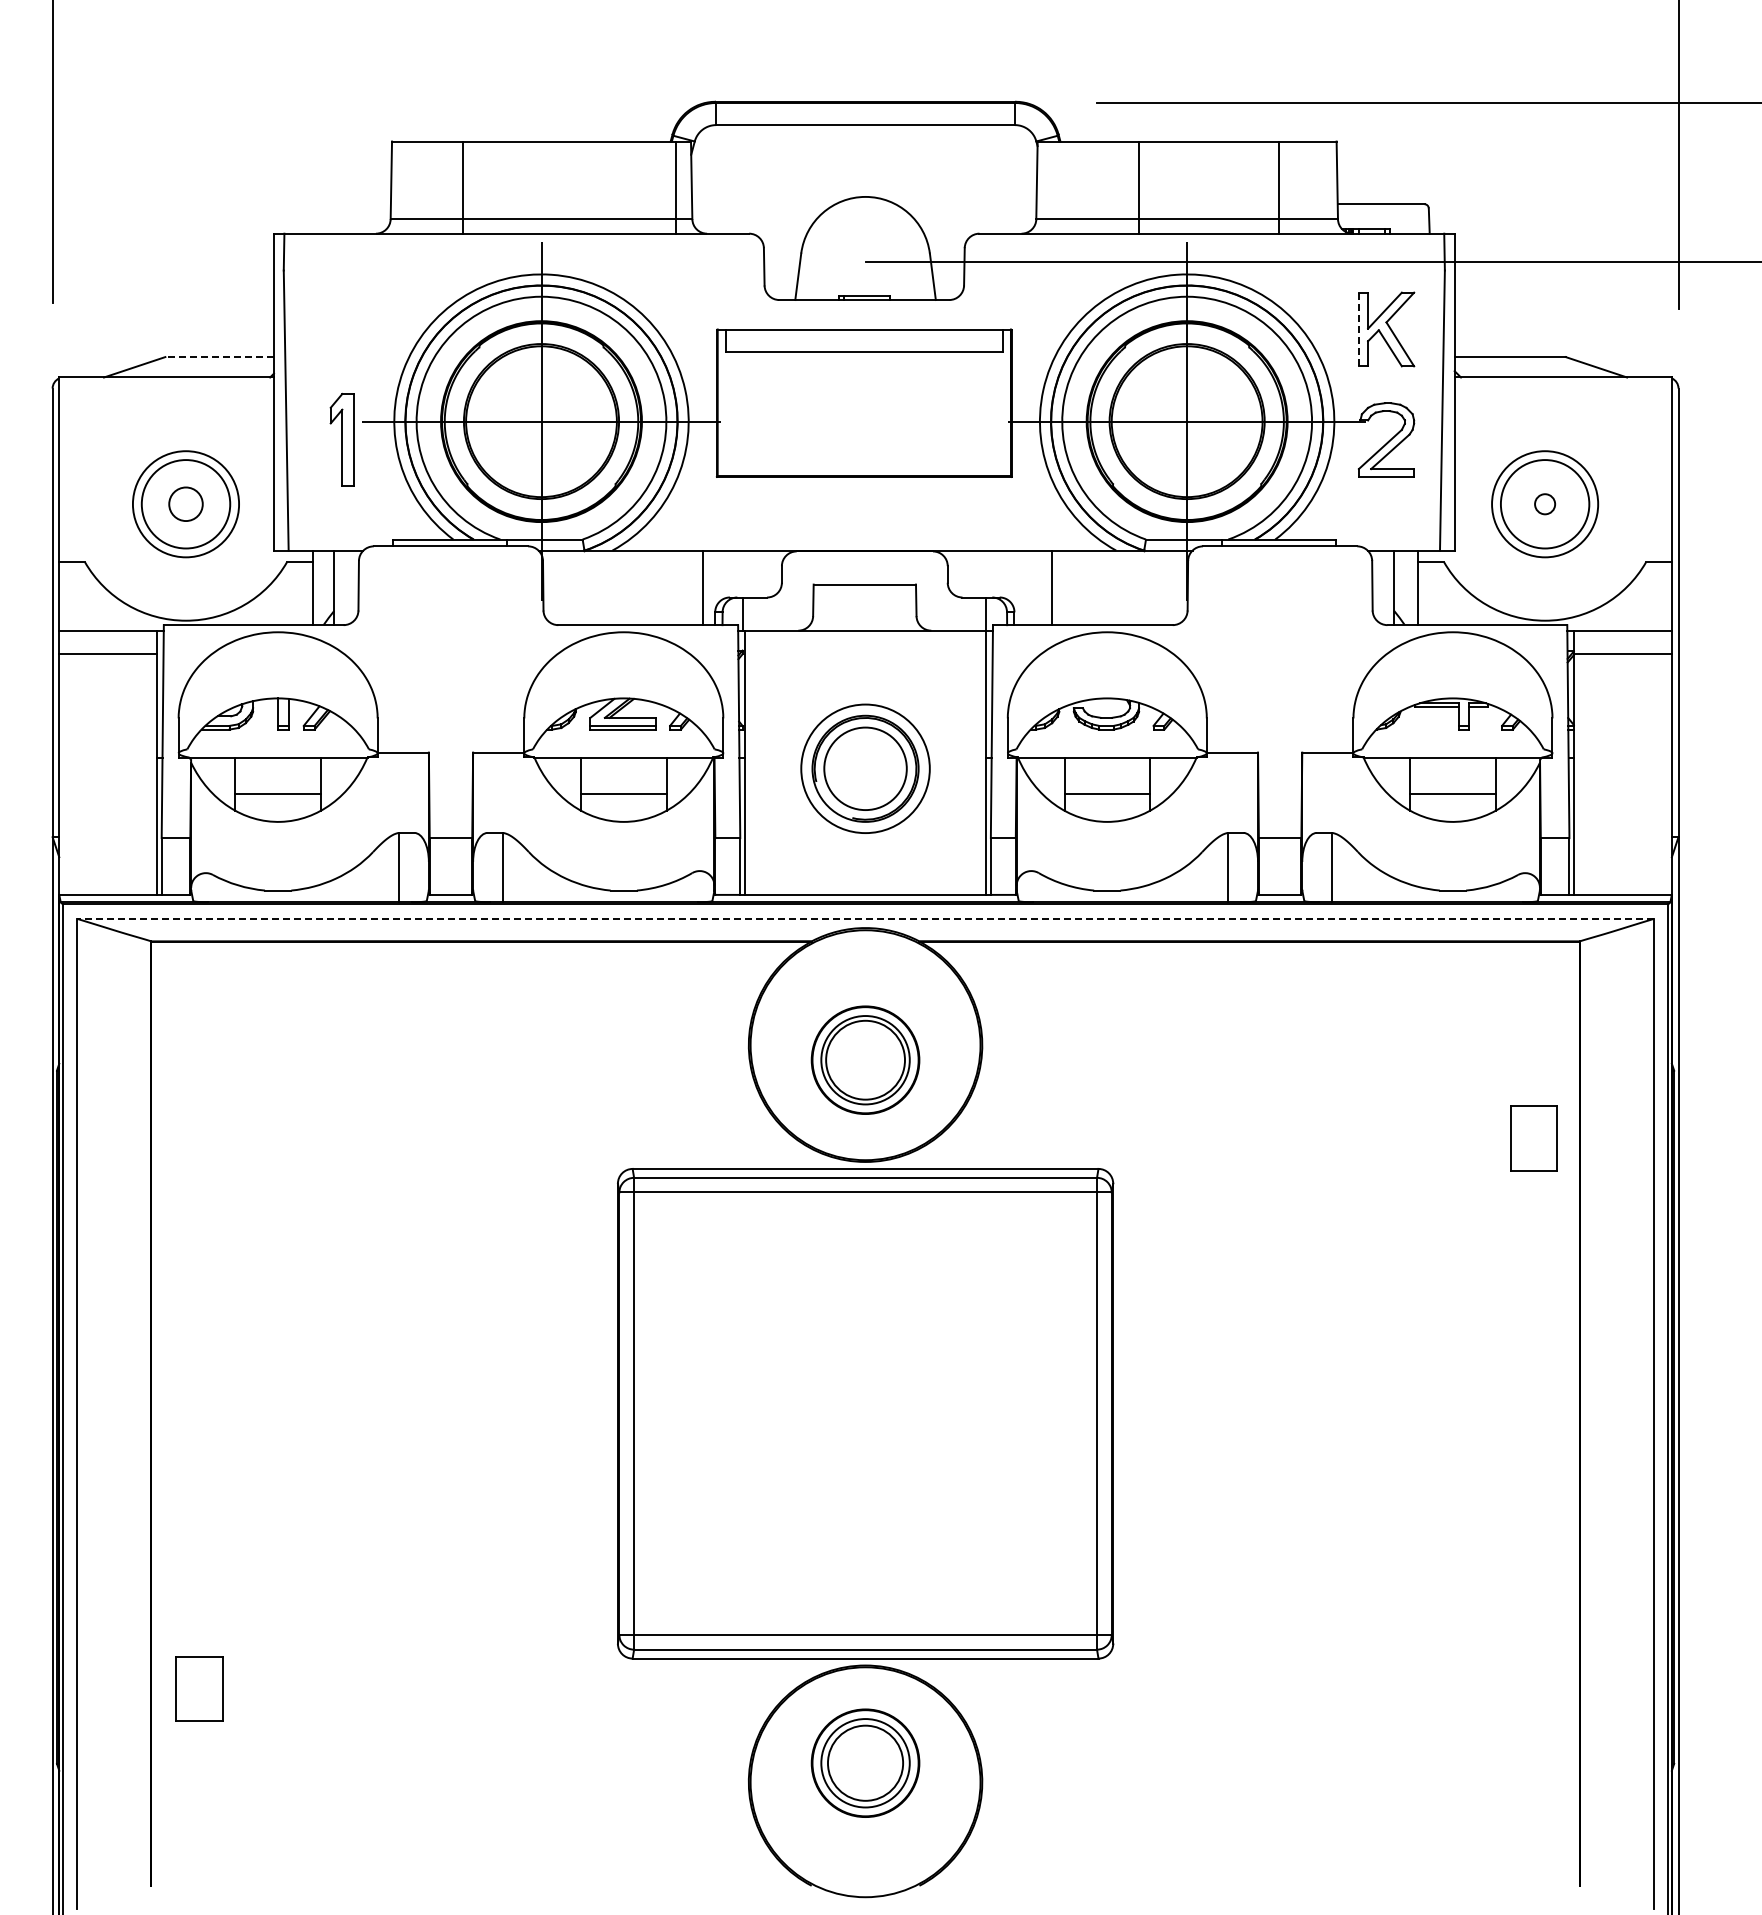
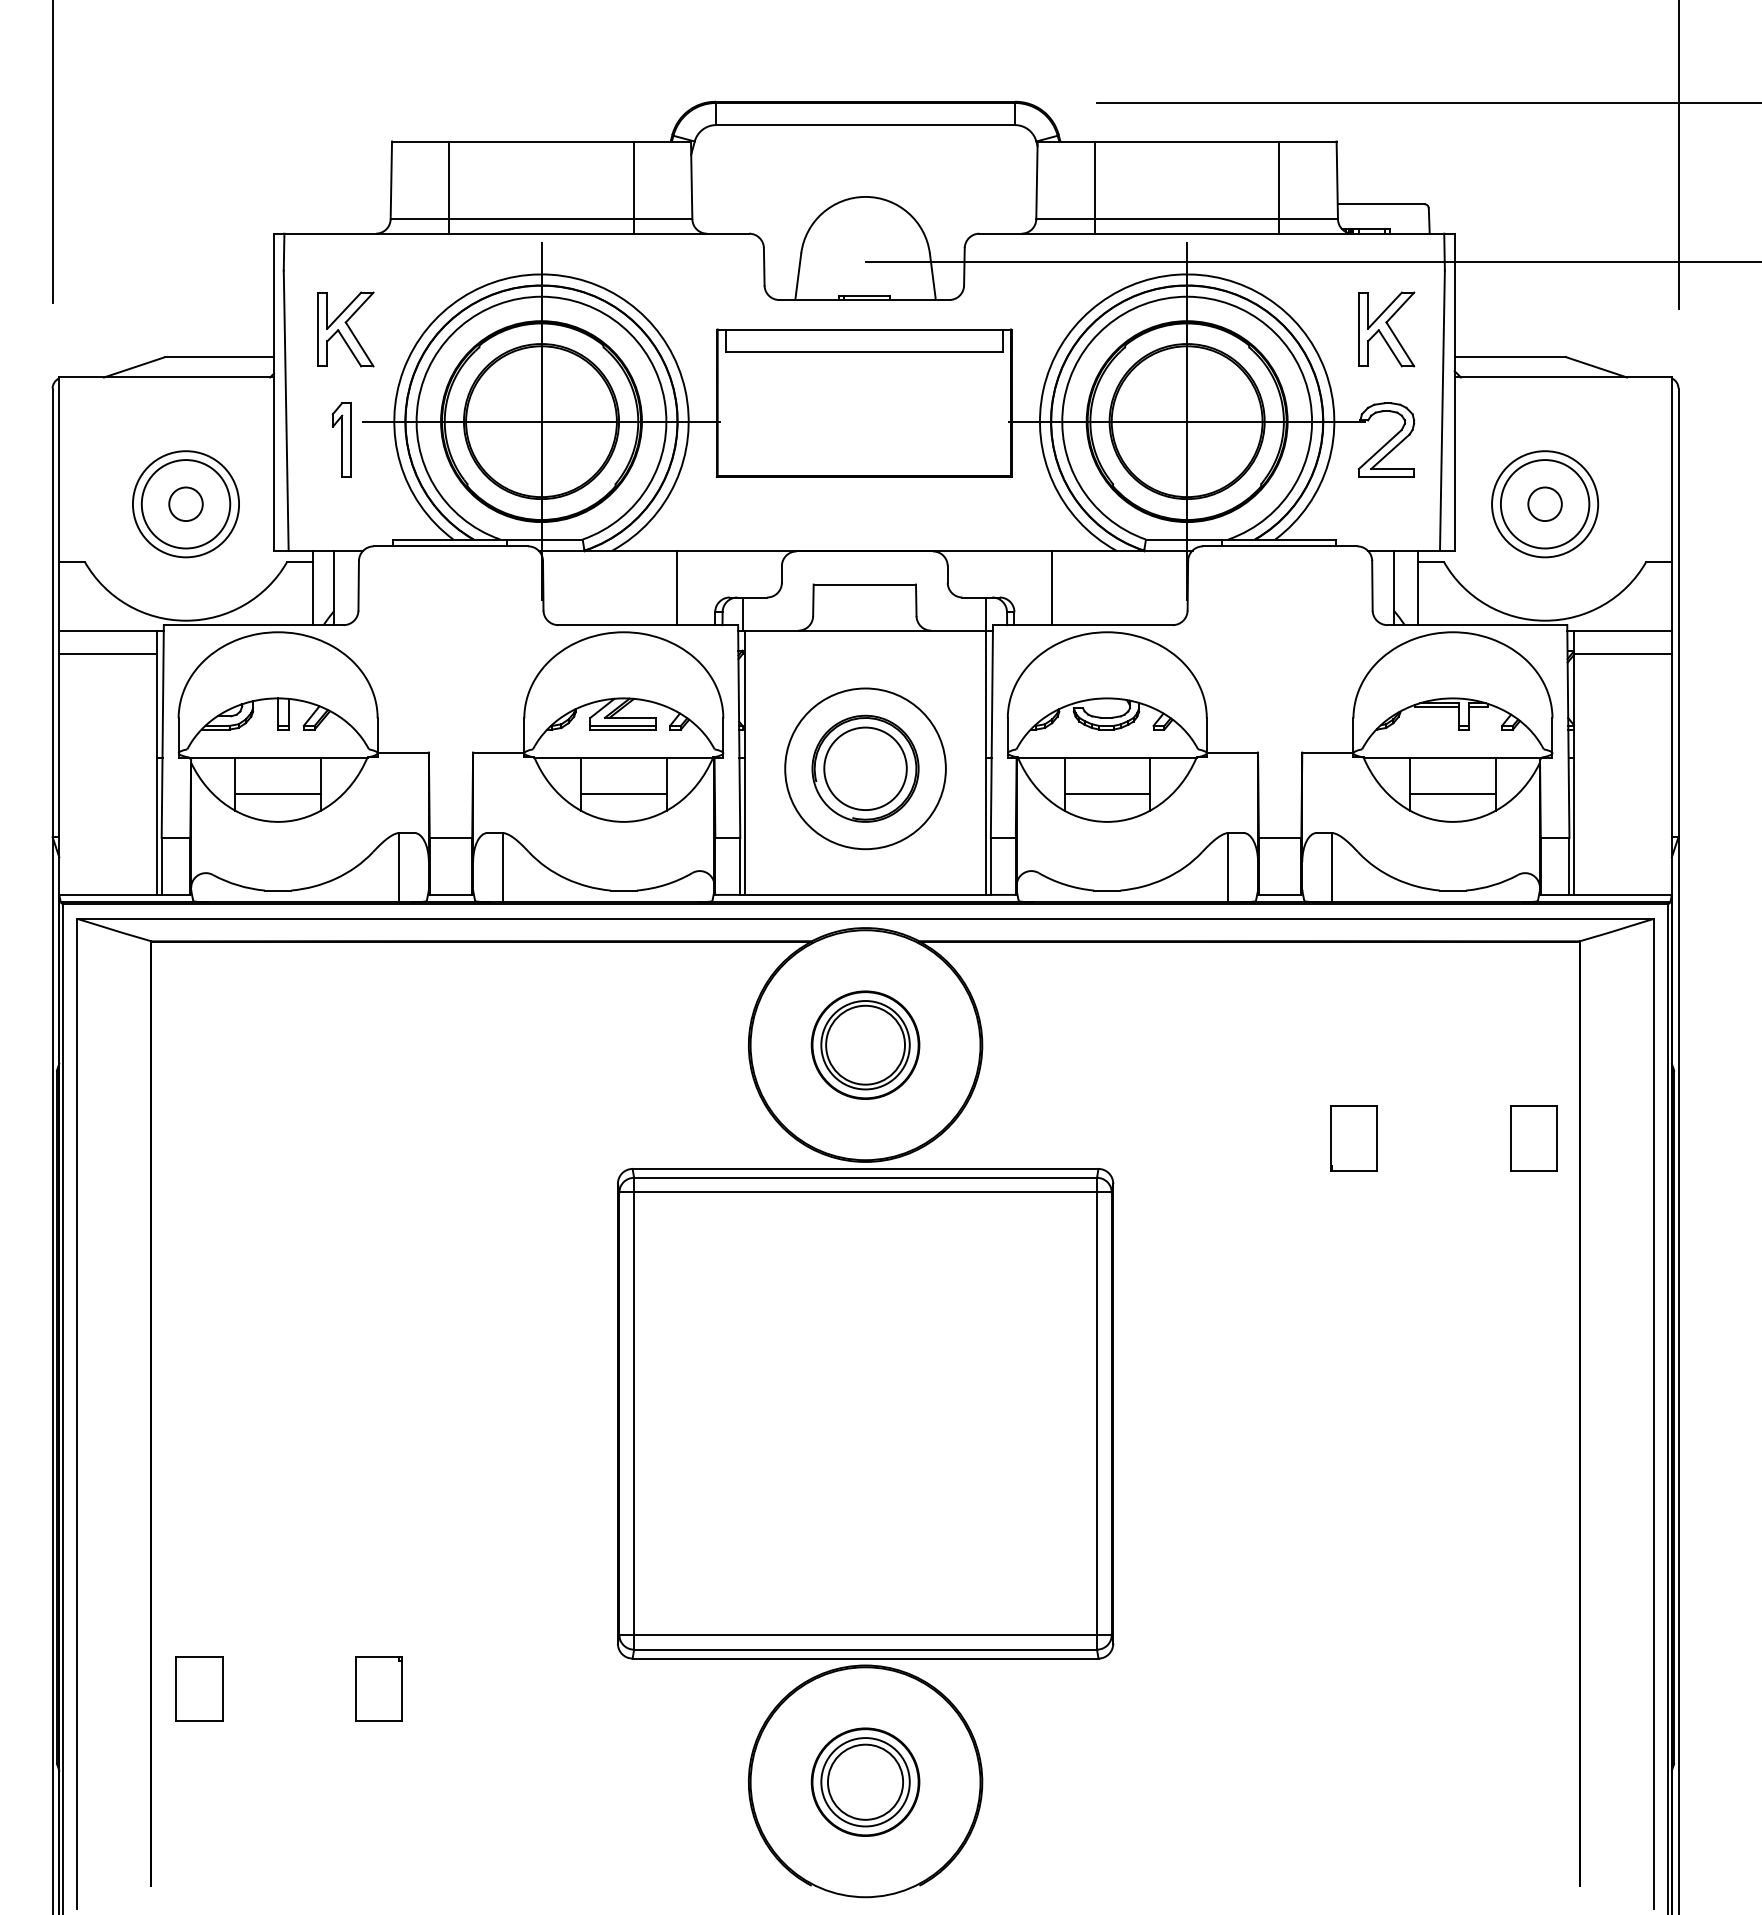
line at (463, 187) position: (463, 187) -> (449, 187)
line at (675, 187) position: (675, 187) -> (633, 187)
line at (1139, 187) position: (1139, 187) -> (1095, 187)
part at (345, 329): none -> present
line at (1358, 329): dashed -> solid
line at (219, 357): dashed -> solid
part at (341, 439) size: 26x94 px -> 21x76 px
circle at (1545, 504) diameter: 20 px -> 34 px
line at (702, 587) position: (702, 587) -> (676, 587)
circle at (865, 768) diameter: 129 px -> 161 px
line at (865, 918): dashed -> solid
part at (865, 1059) position: (865, 1059) -> (865, 1044)
part at (1353, 1138): none -> present
part at (378, 1688): none -> present
part at (865, 1762) position: (865, 1762) -> (865, 1781)
